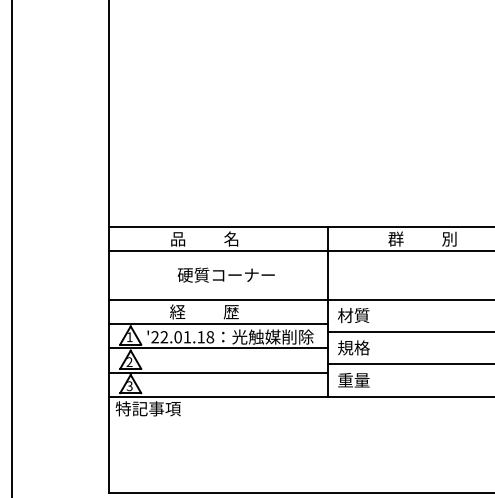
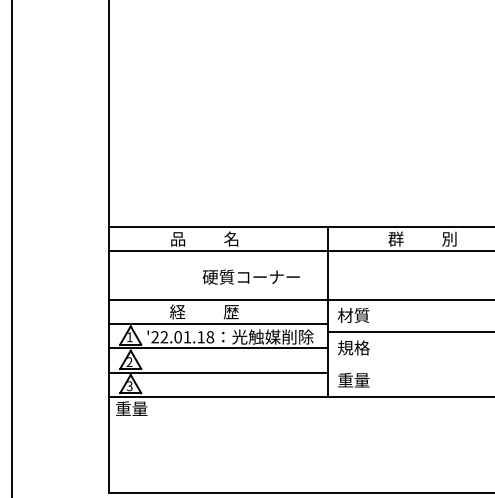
text at (225, 274) position: (225, 274) -> (250, 276)
line at (409, 364): present -> none
text at (147, 408): 特記事項 -> 重量
